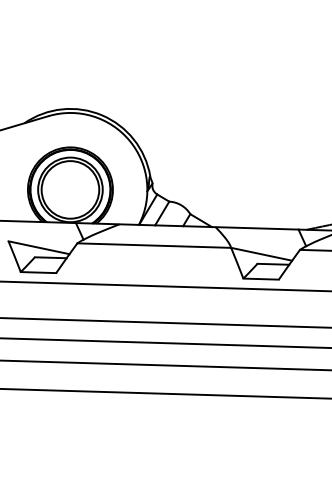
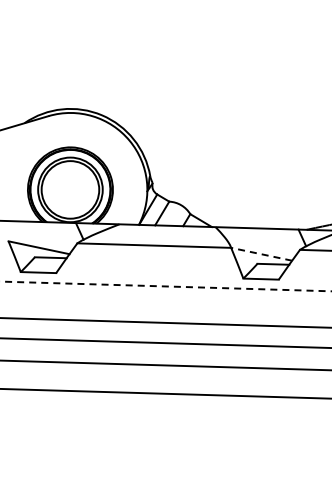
line at (261, 254): solid -> dashed
line at (166, 286): solid -> dashed
